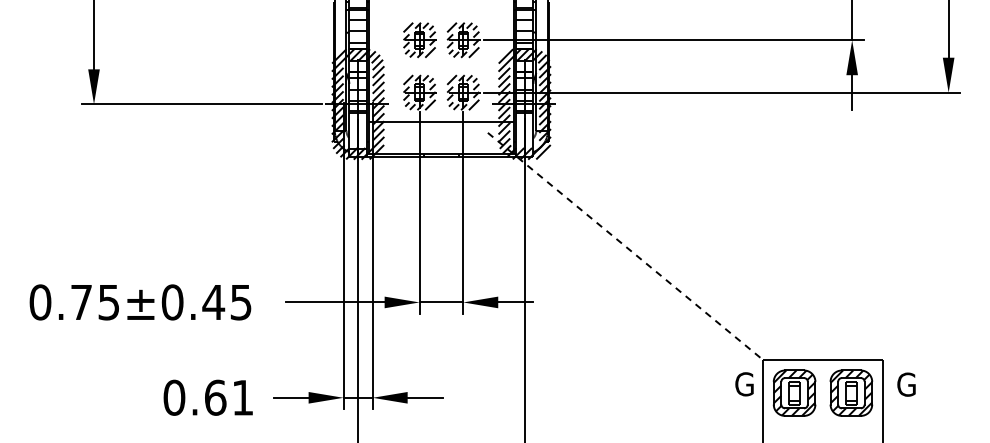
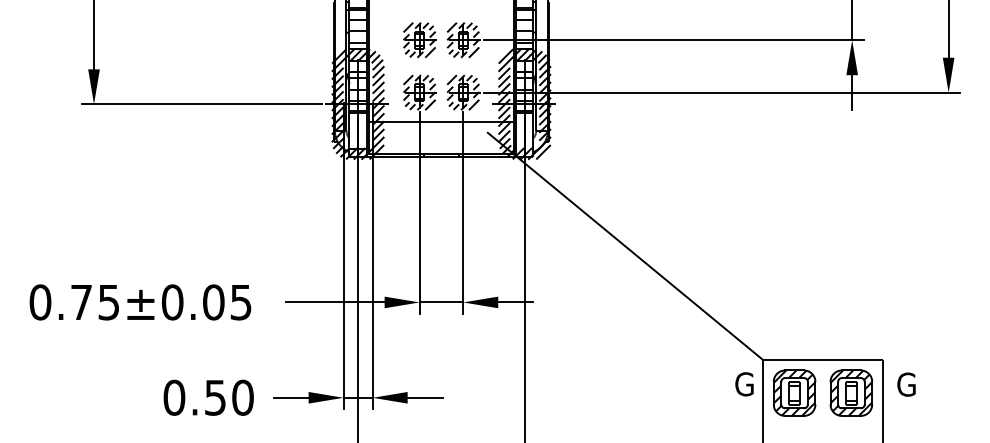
line at (625, 246): dashed -> solid
text at (213, 302): 0.75±0.45 -> 0.75±0.05
text at (229, 397): 0.61 -> 0.50
